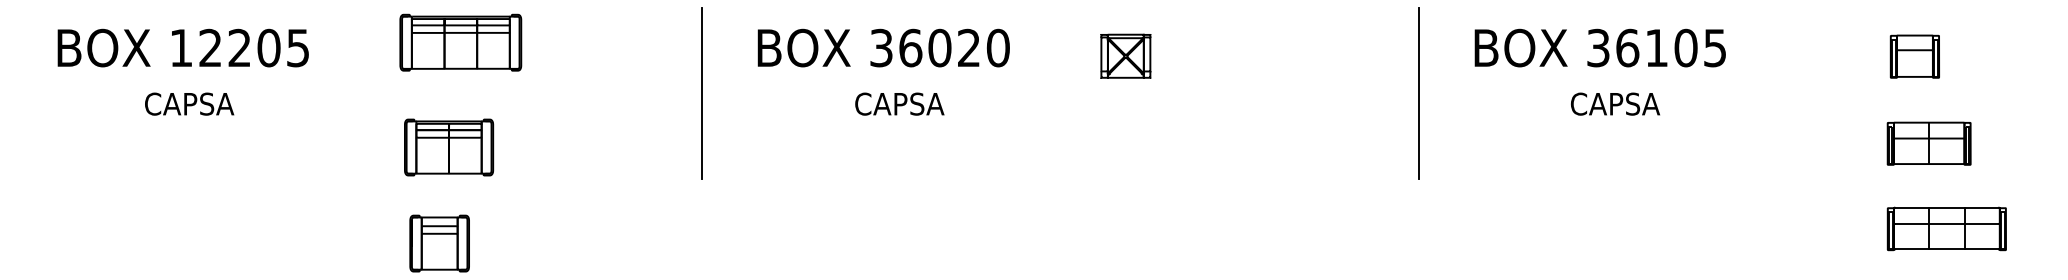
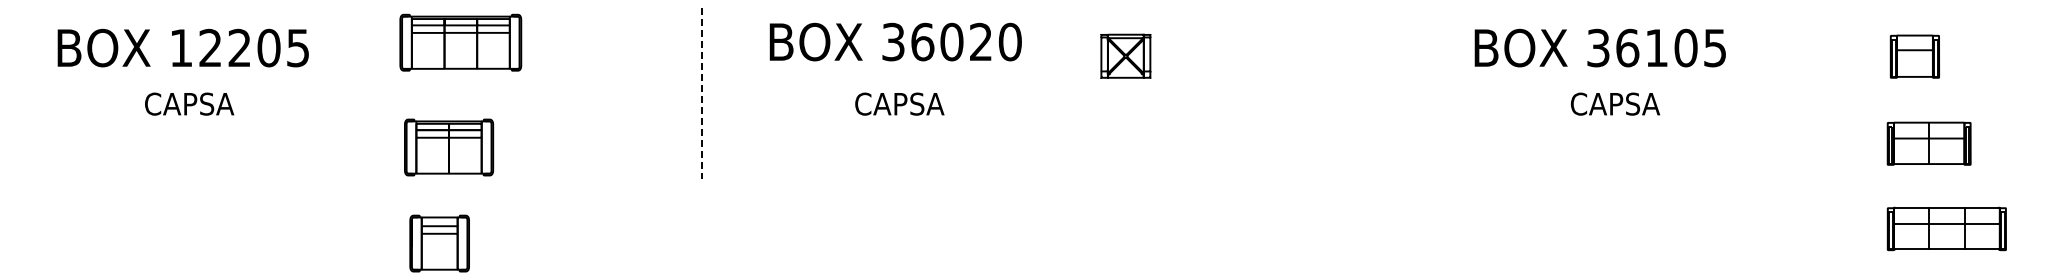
text at (883, 47) position: (883, 47) -> (895, 41)
line at (701, 93): solid -> dashed
line at (1418, 93): present -> none
